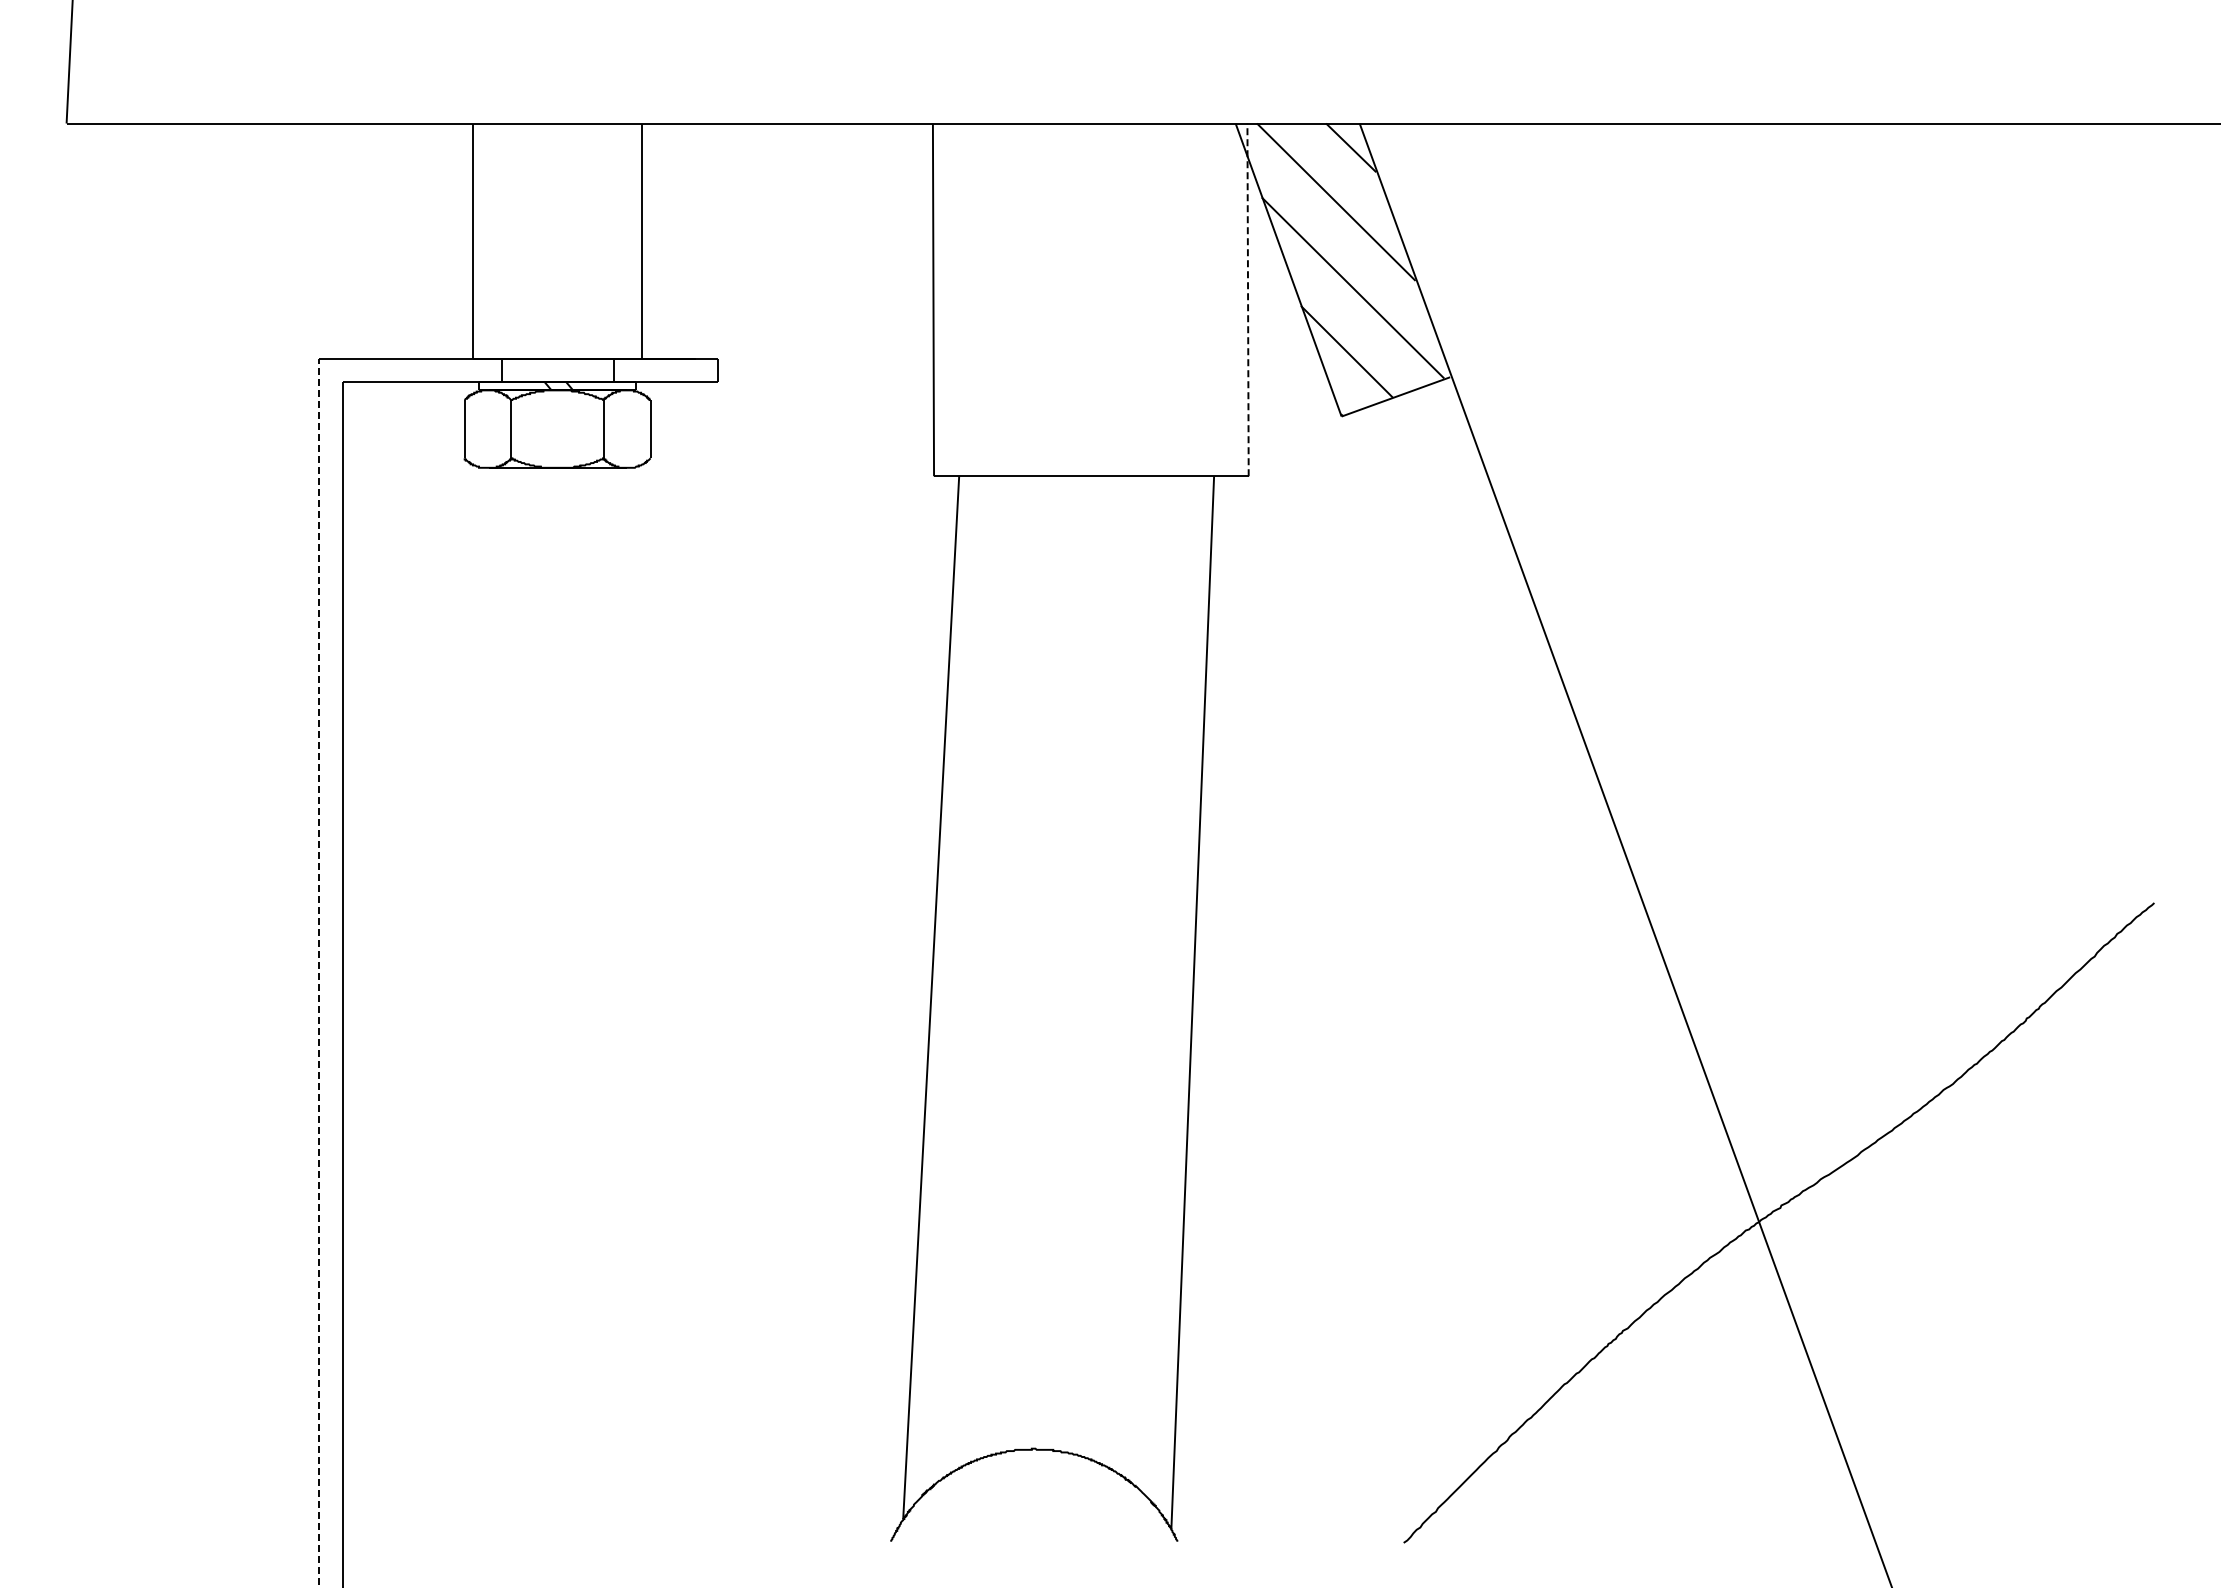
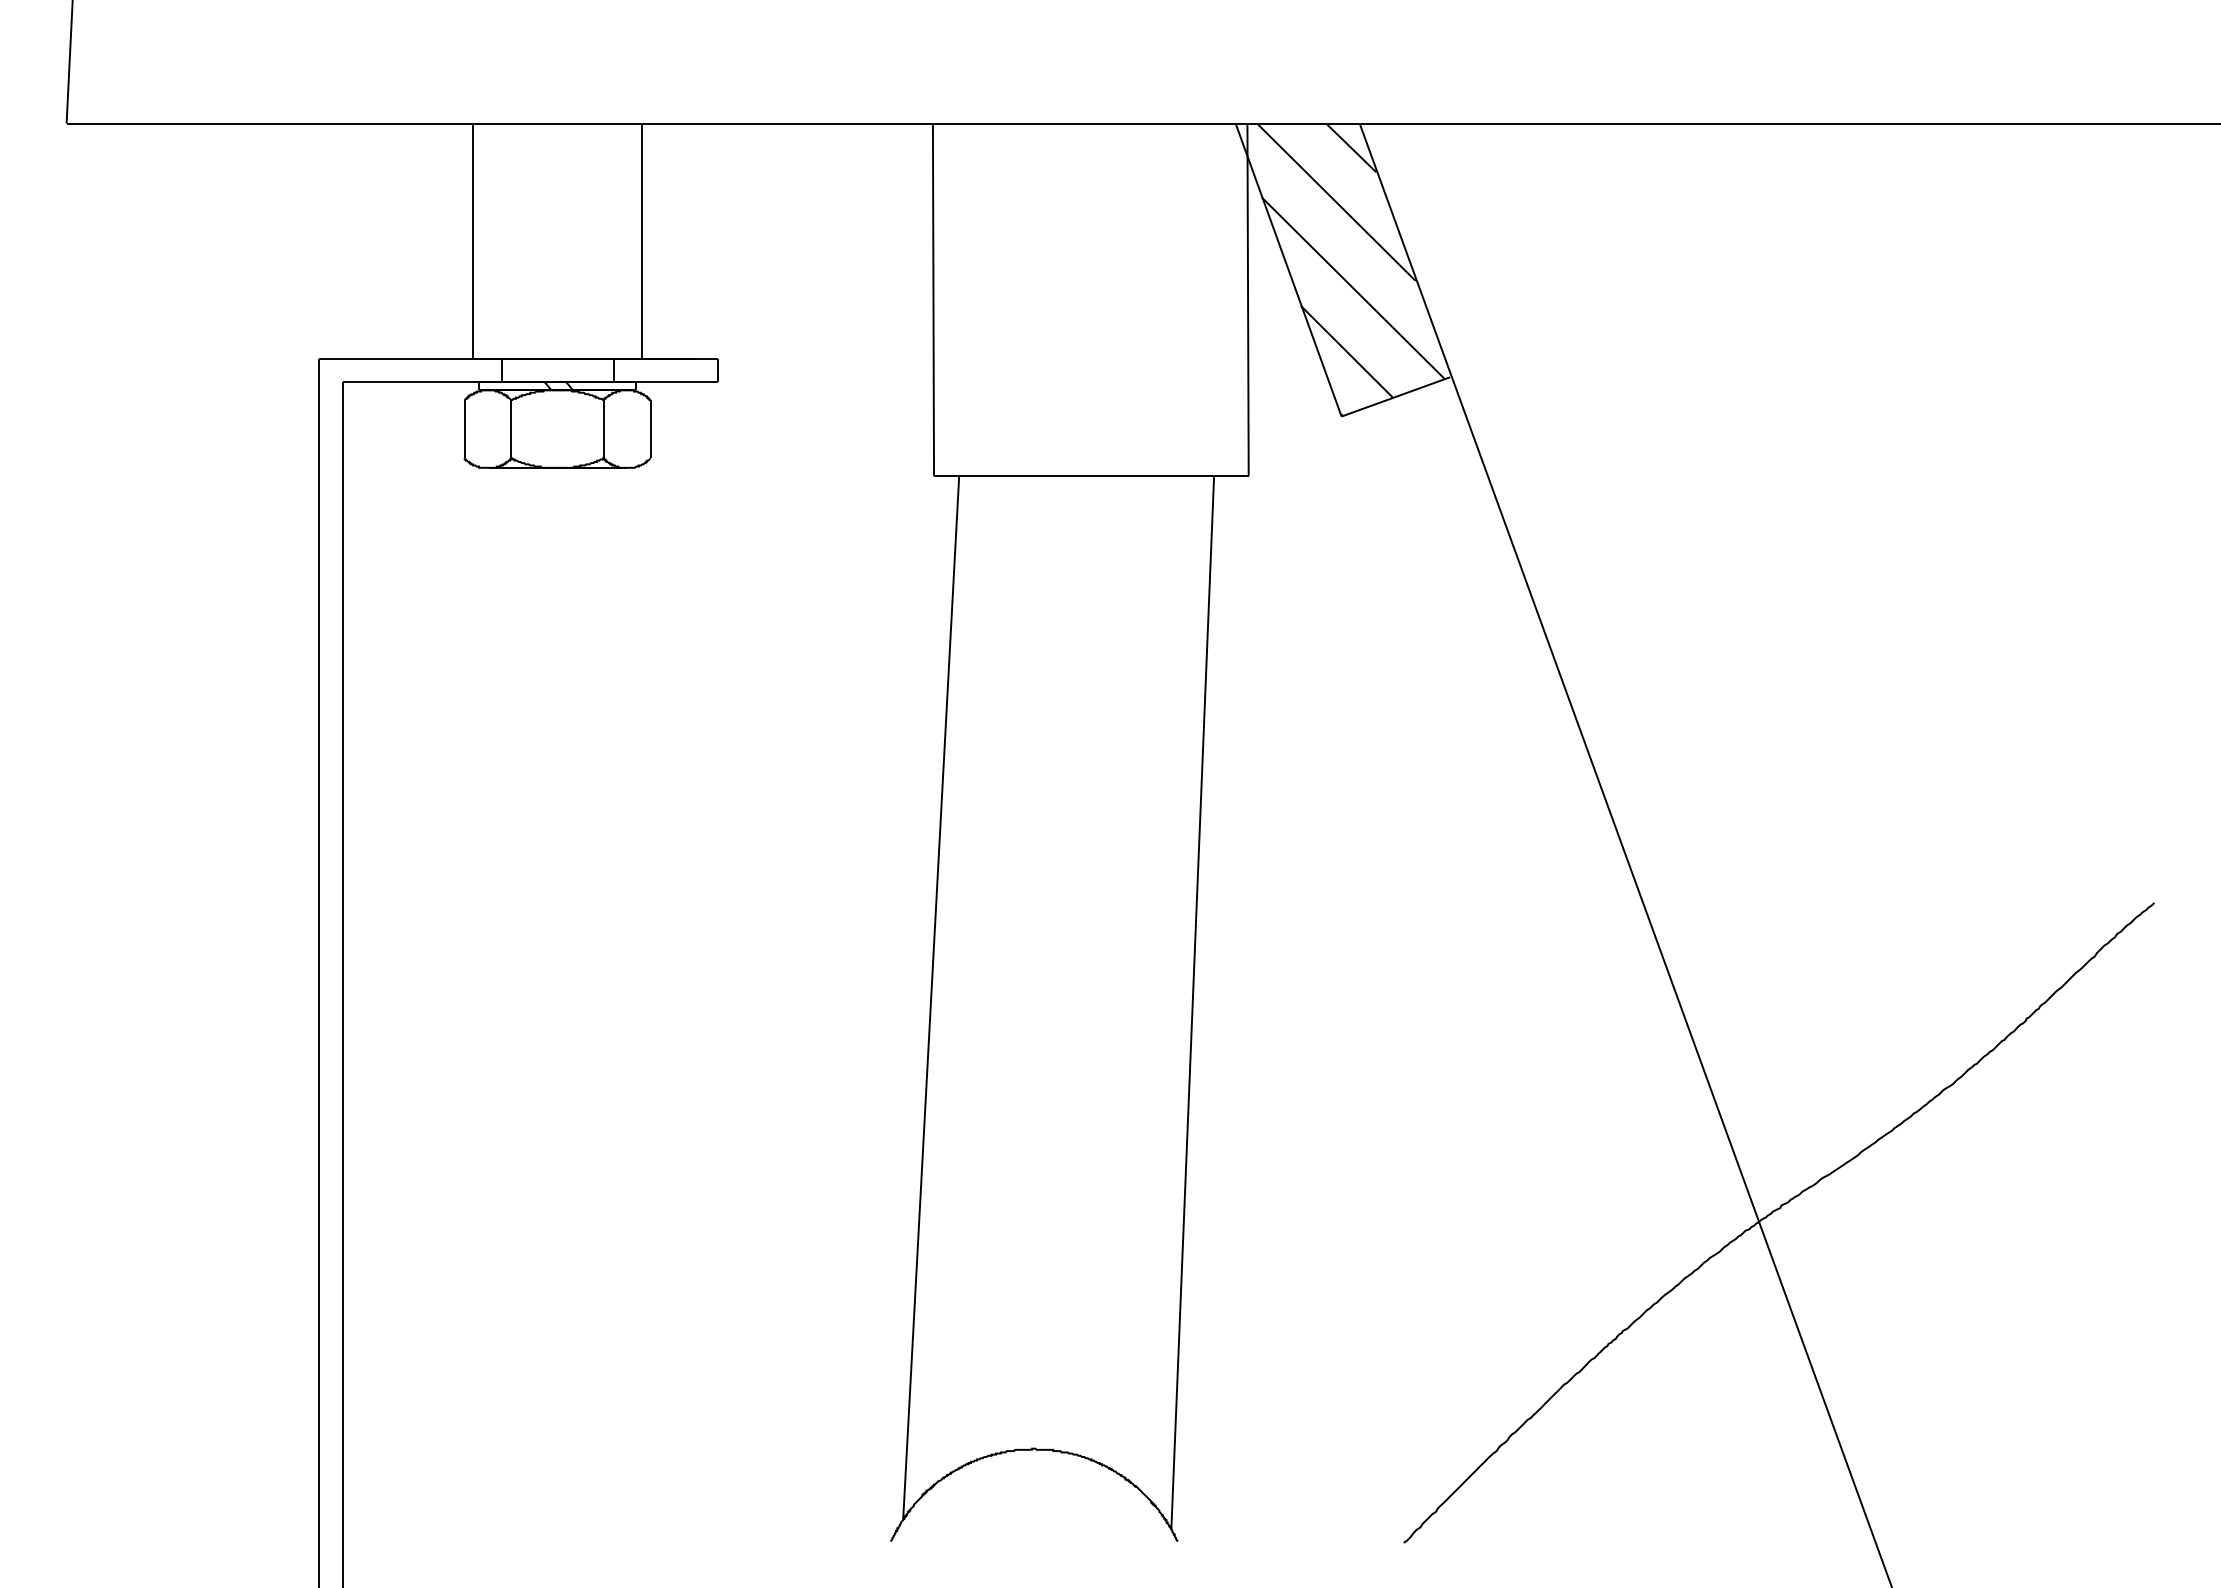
line at (1248, 299): dashed -> solid
line at (319, 973): dashed -> solid
